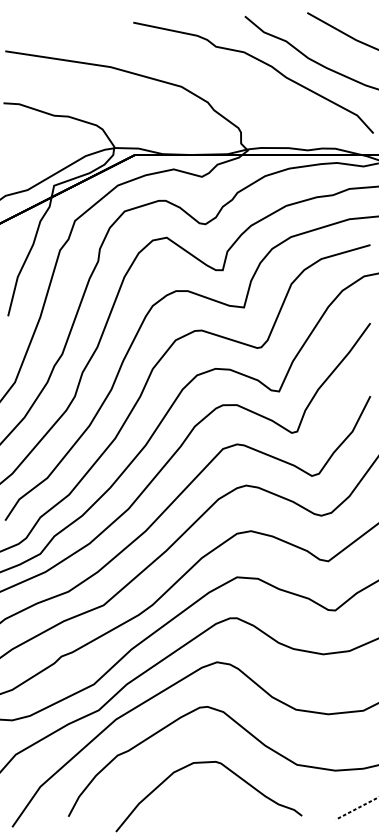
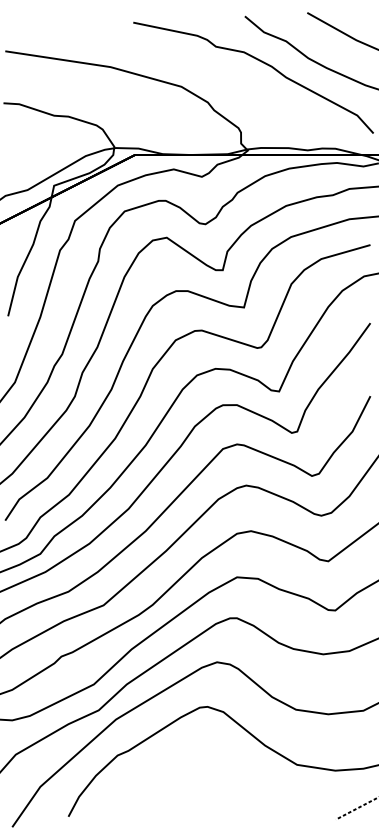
curve at (228, 770): present -> none
